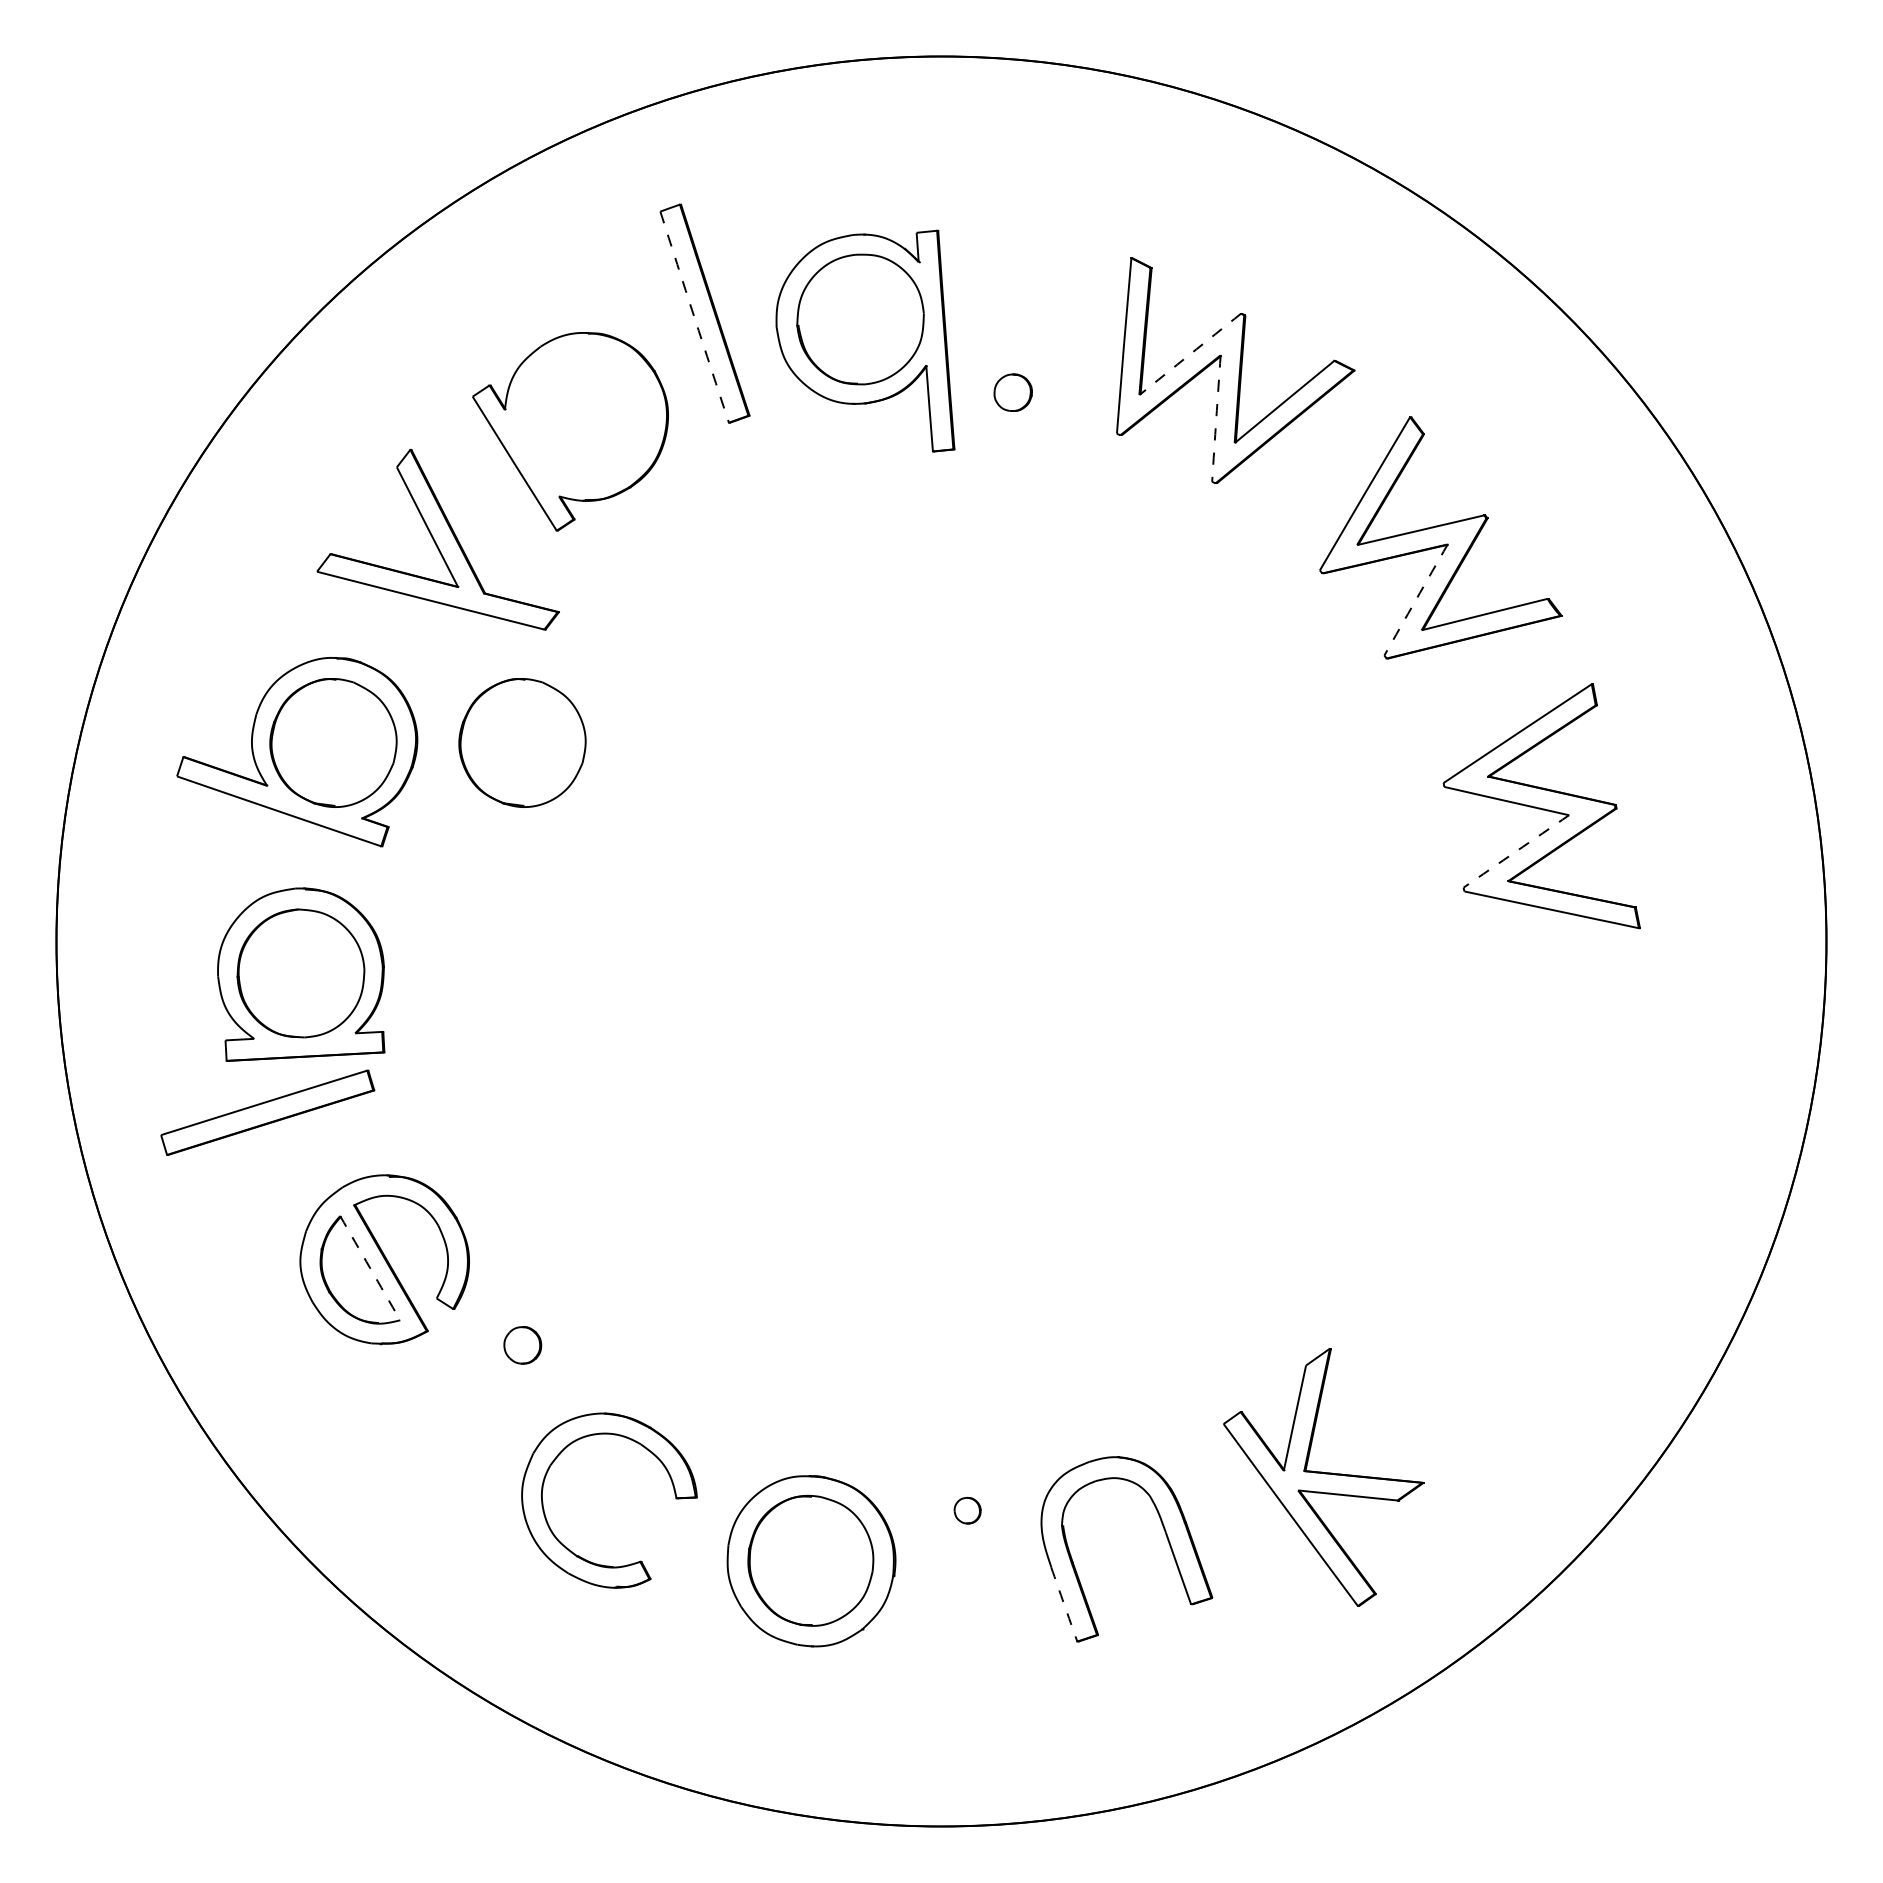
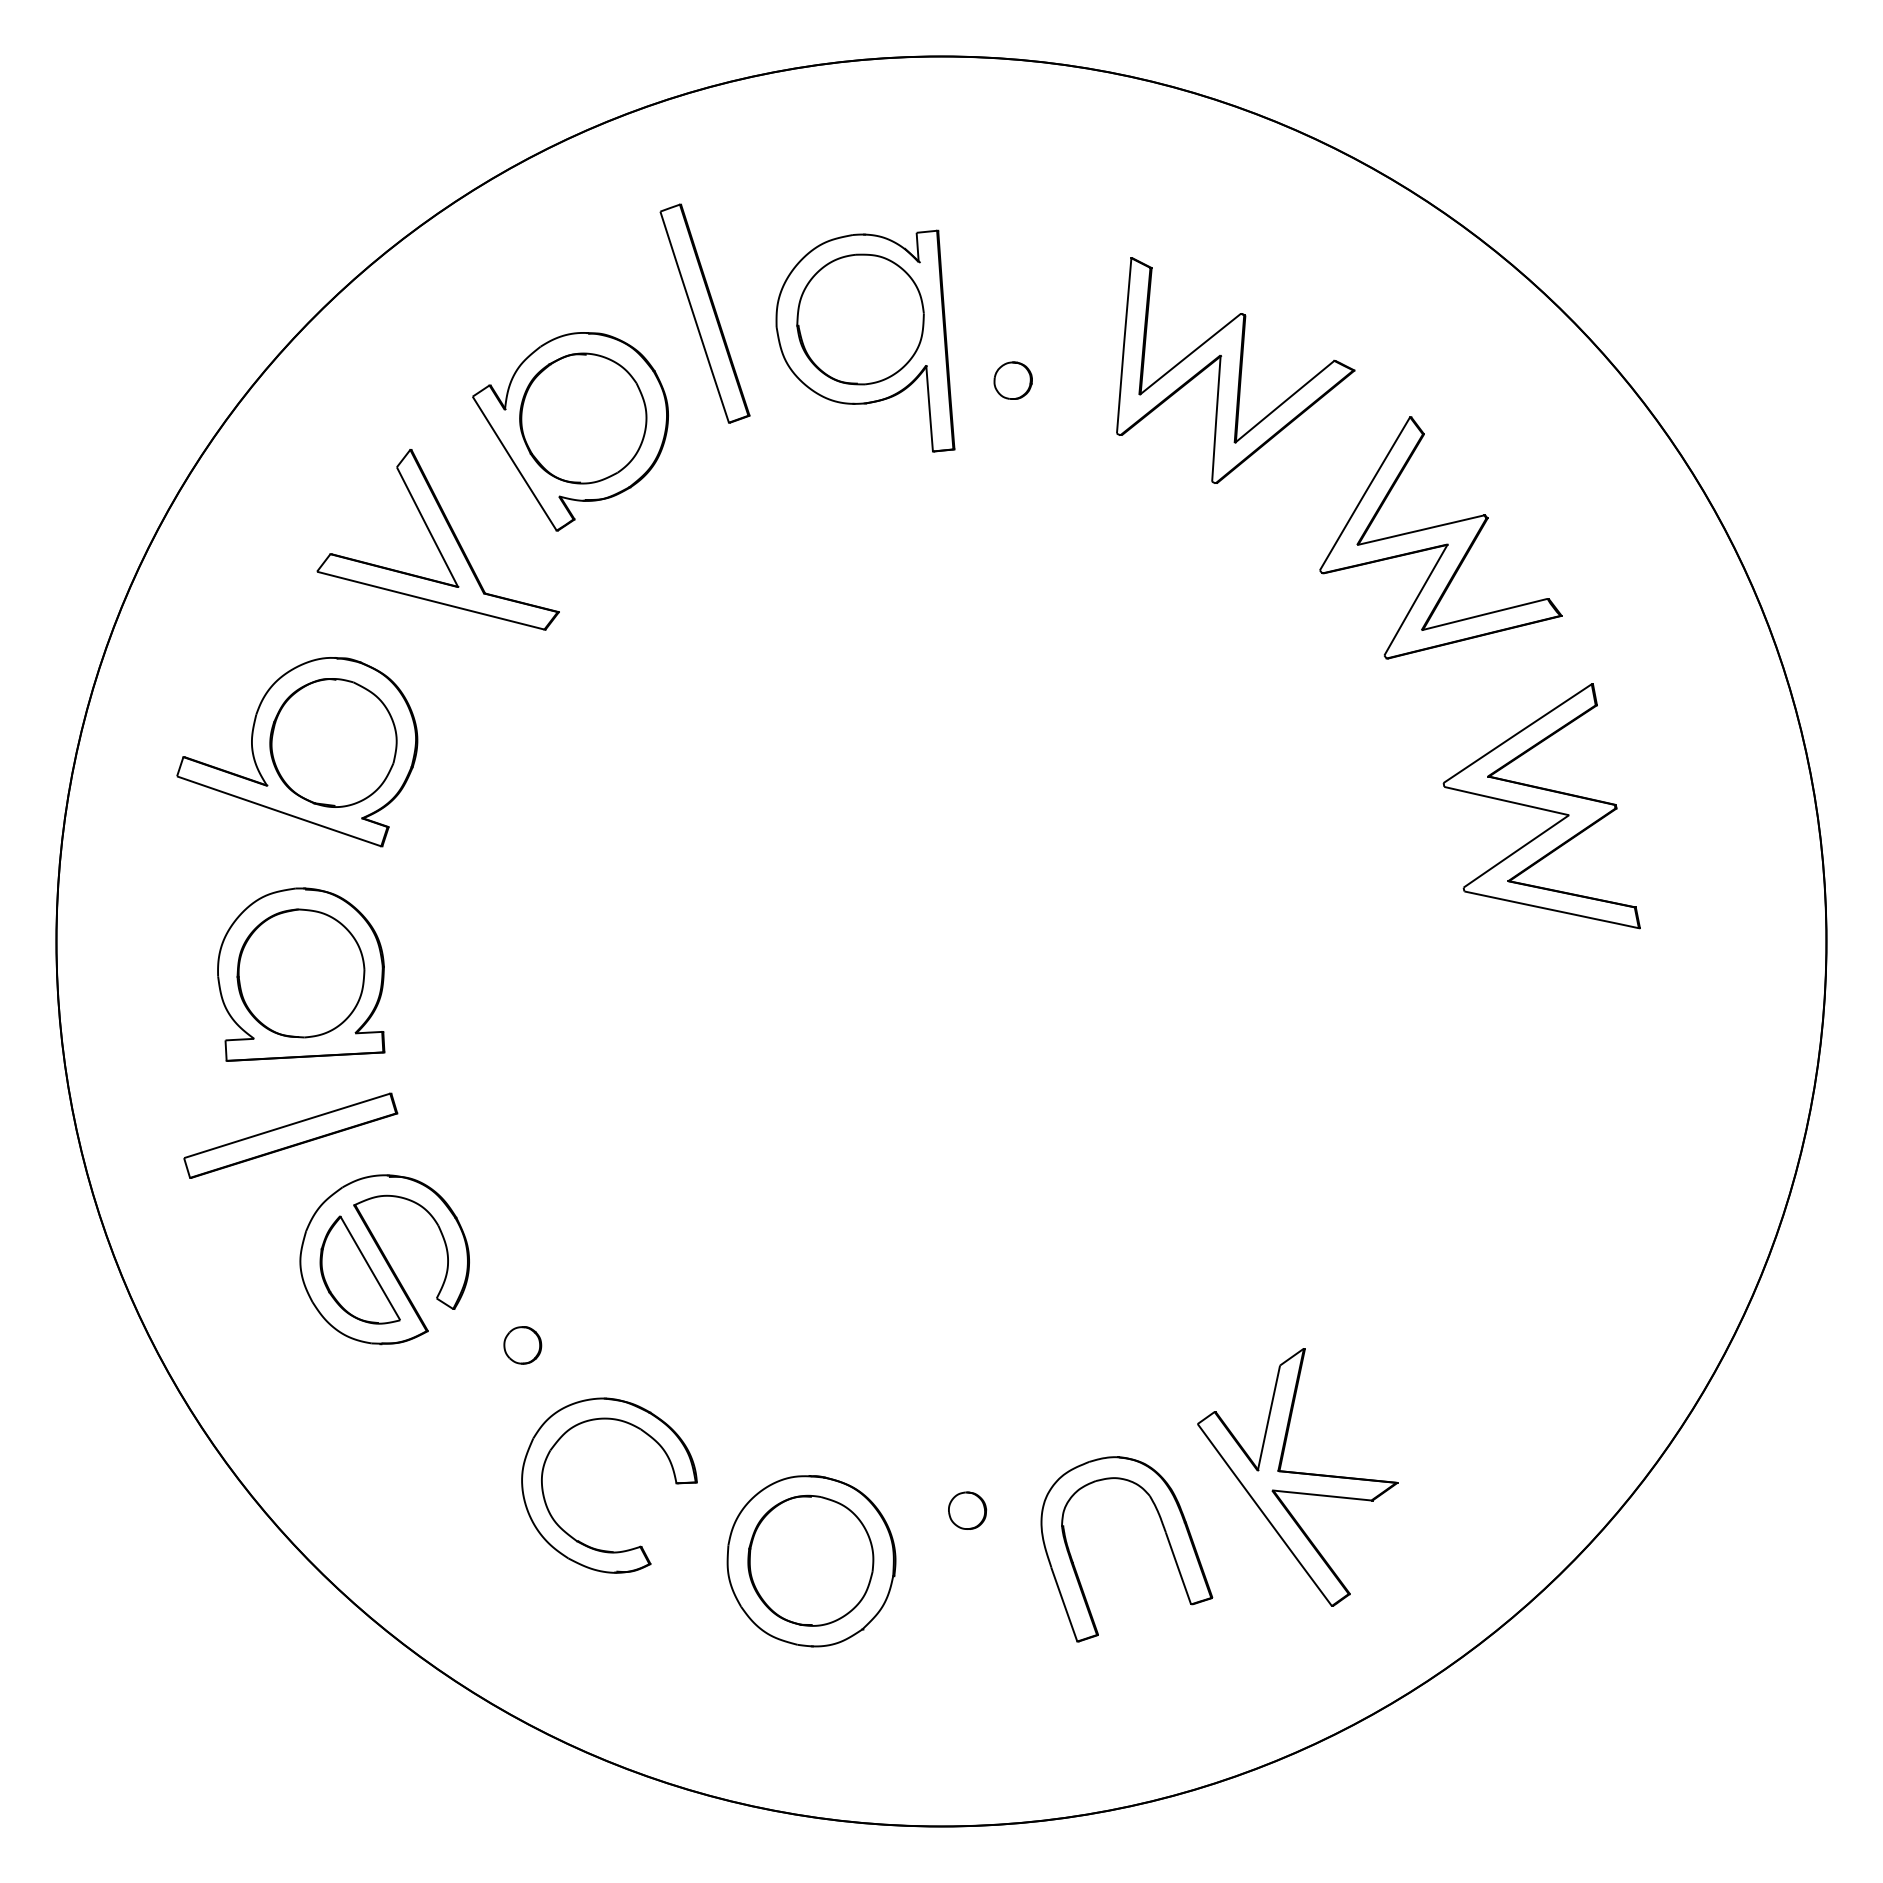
arc at (694, 317): dashed -> solid
arc at (1190, 354): dashed -> solid
part at (1012, 392) position: (1012, 392) -> (1012, 380)
part at (583, 418): none -> present
arc at (1216, 418): dashed -> solid
arc at (1415, 600): dashed -> solid
part at (522, 742): present -> none
arc at (1516, 851): dashed -> solid
part at (267, 1112) position: (267, 1112) -> (290, 1135)
arc at (370, 1268): dashed -> solid
part at (648, 1451) position: (648, 1451) -> (648, 1436)
part at (1323, 1477) position: (1323, 1477) -> (1297, 1477)
part at (967, 1510) size: 29x29 px -> 40x39 px
arc at (1064, 1604): dashed -> solid
